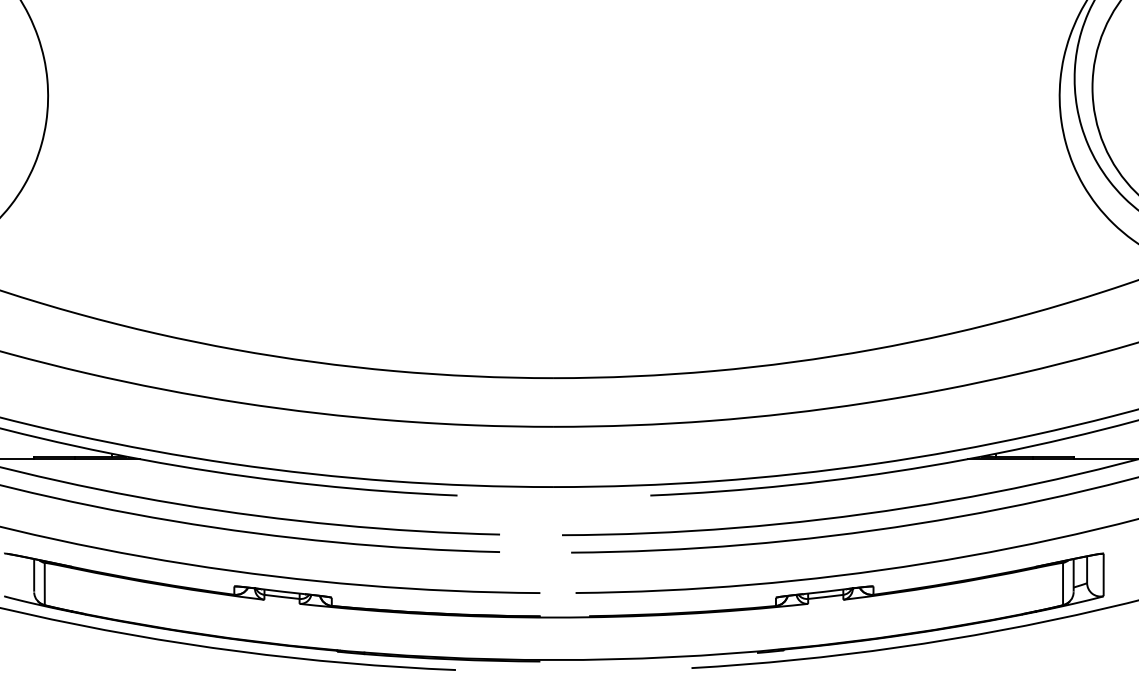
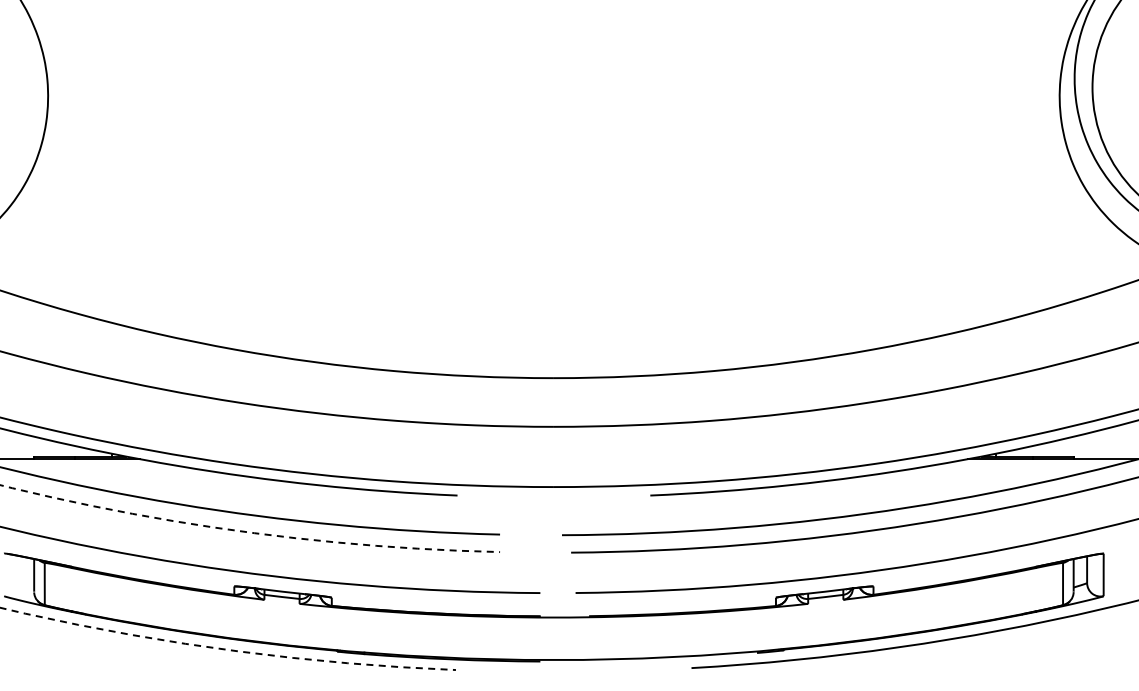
arc at (248, 532): solid -> dashed
arc at (226, 649): solid -> dashed
